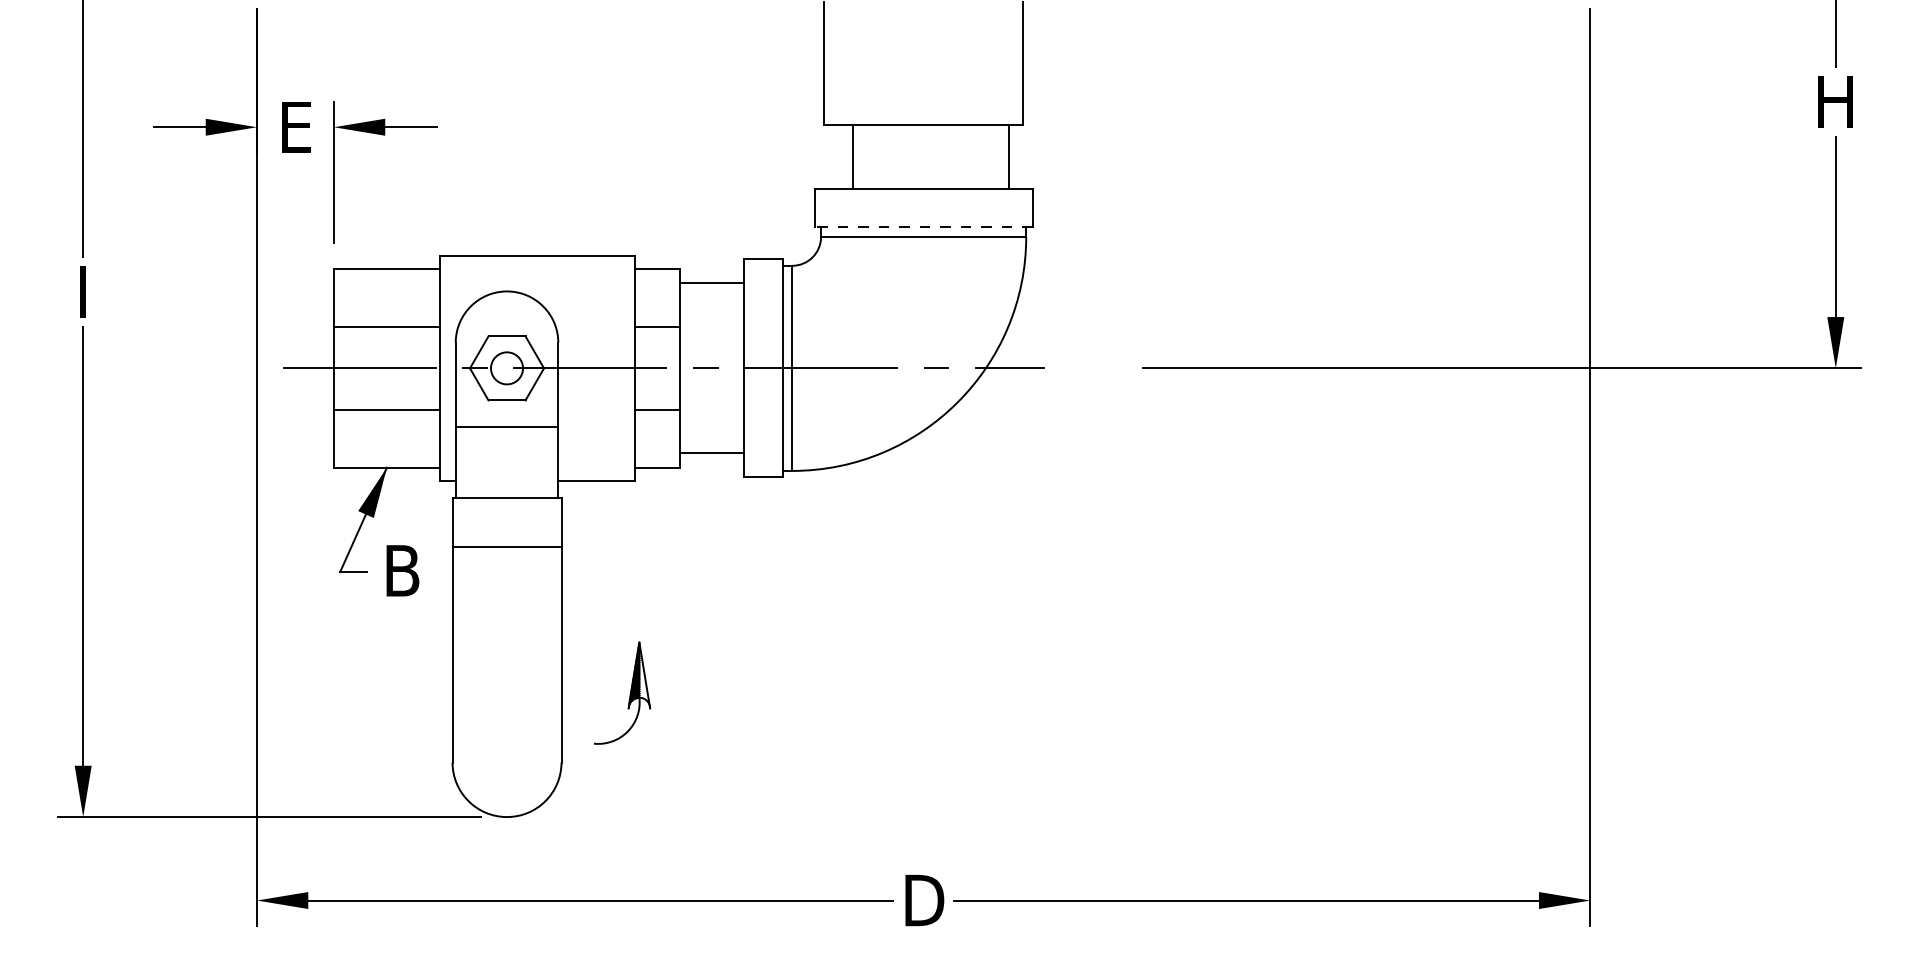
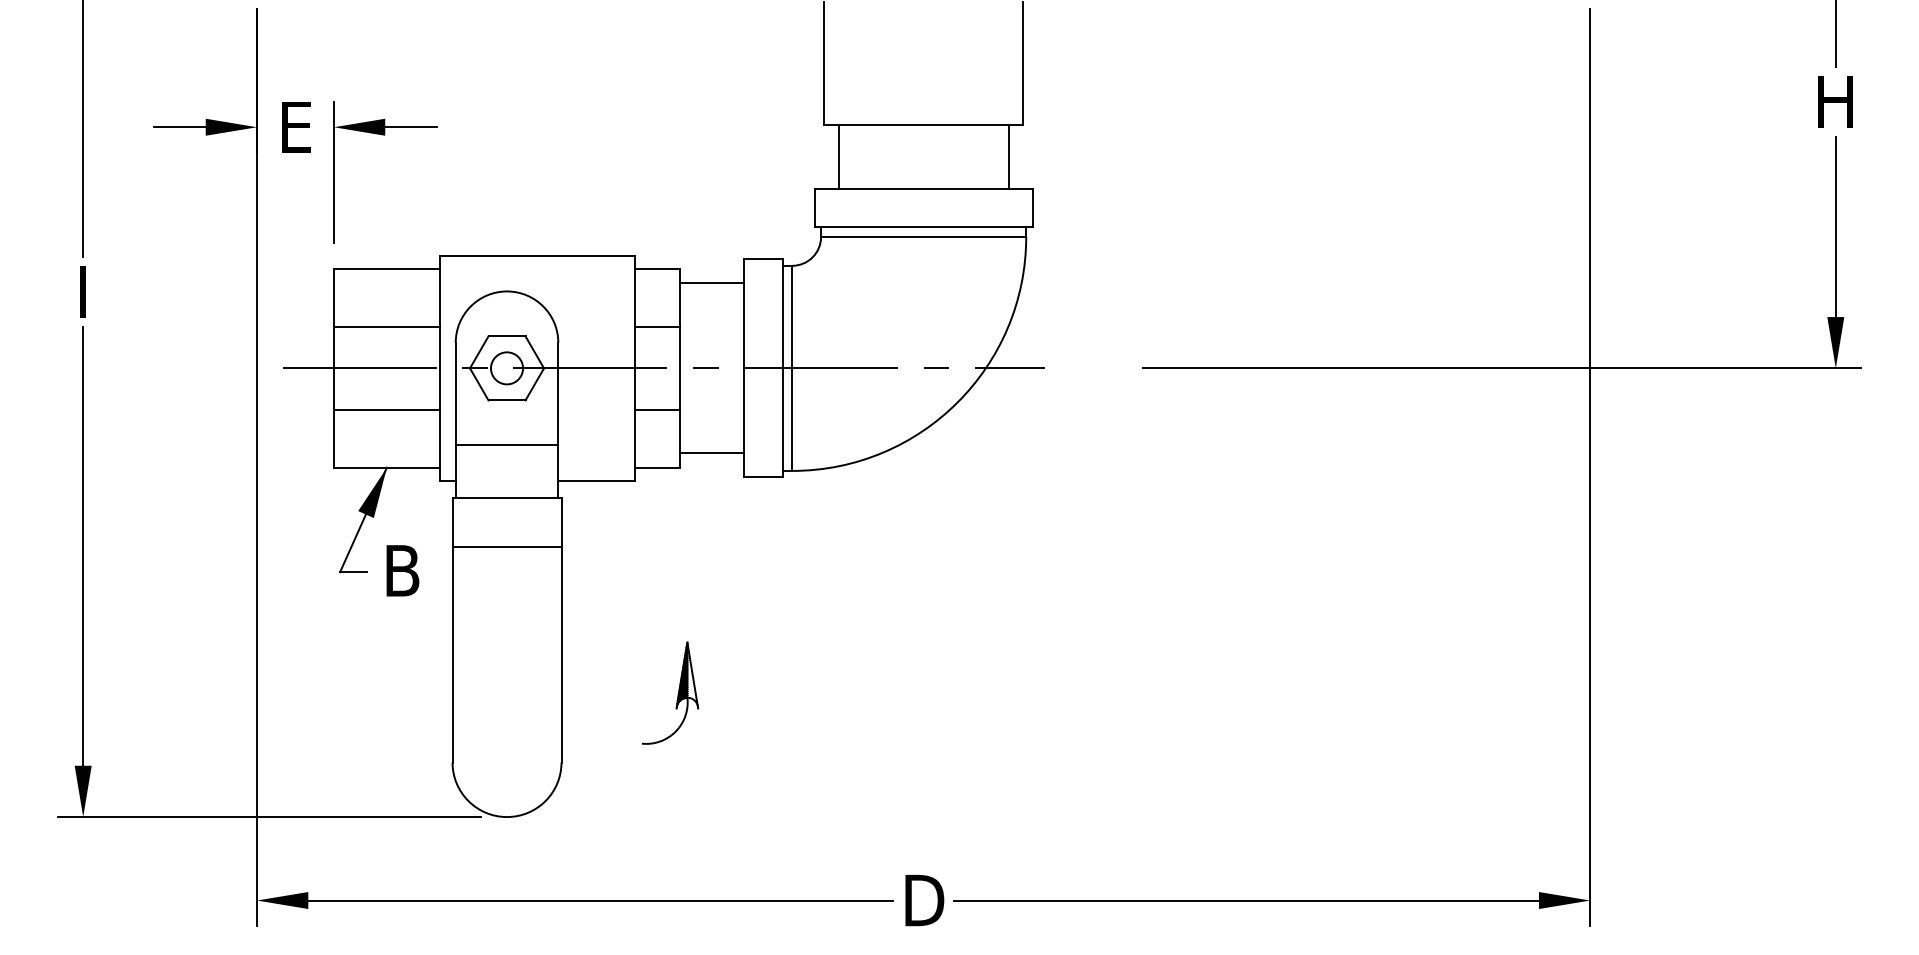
line at (852, 156) position: (852, 156) -> (838, 156)
line at (923, 227): dashed -> solid
line at (506, 427) position: (506, 427) -> (506, 445)
part at (629, 694) position: (629, 694) -> (677, 694)
